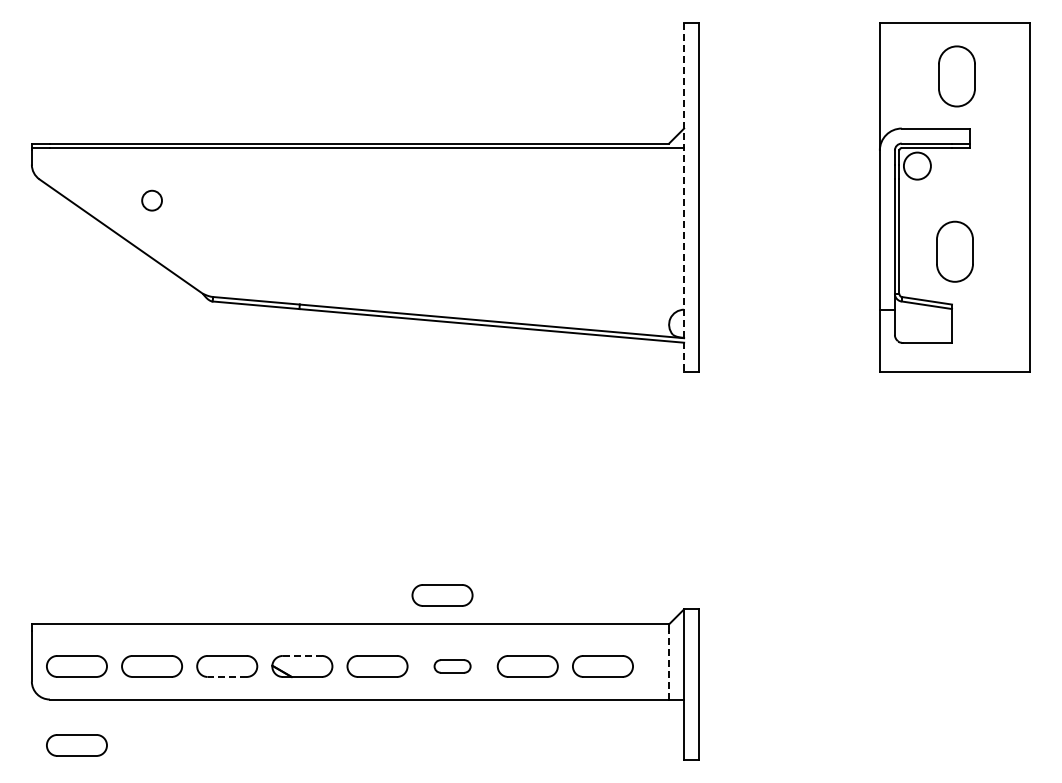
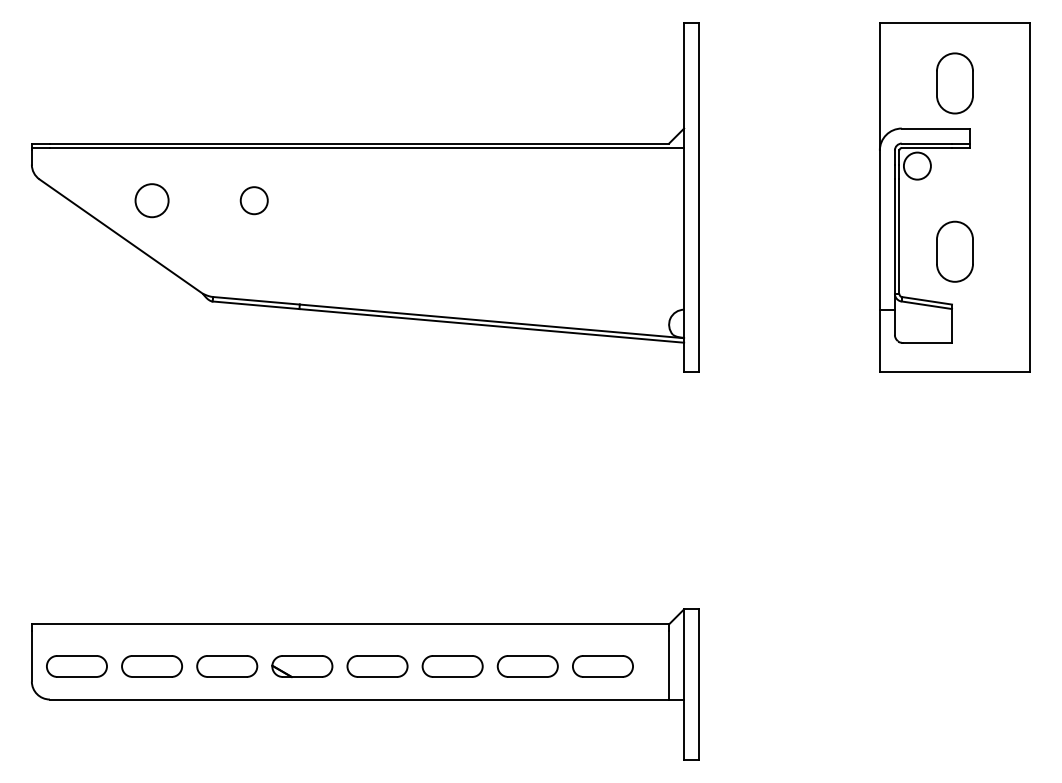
part at (956, 76) position: (956, 76) -> (954, 83)
line at (684, 198): dashed -> solid
circle at (152, 200) diameter: 20 px -> 33 px
circle at (253, 200): none -> present
part at (442, 595): present -> none
line at (302, 655): dashed -> solid
line at (669, 664): dashed -> solid
part at (452, 666) size: 39x15 px -> 63x23 px
line at (227, 676): dashed -> solid
part at (76, 745): present -> none
